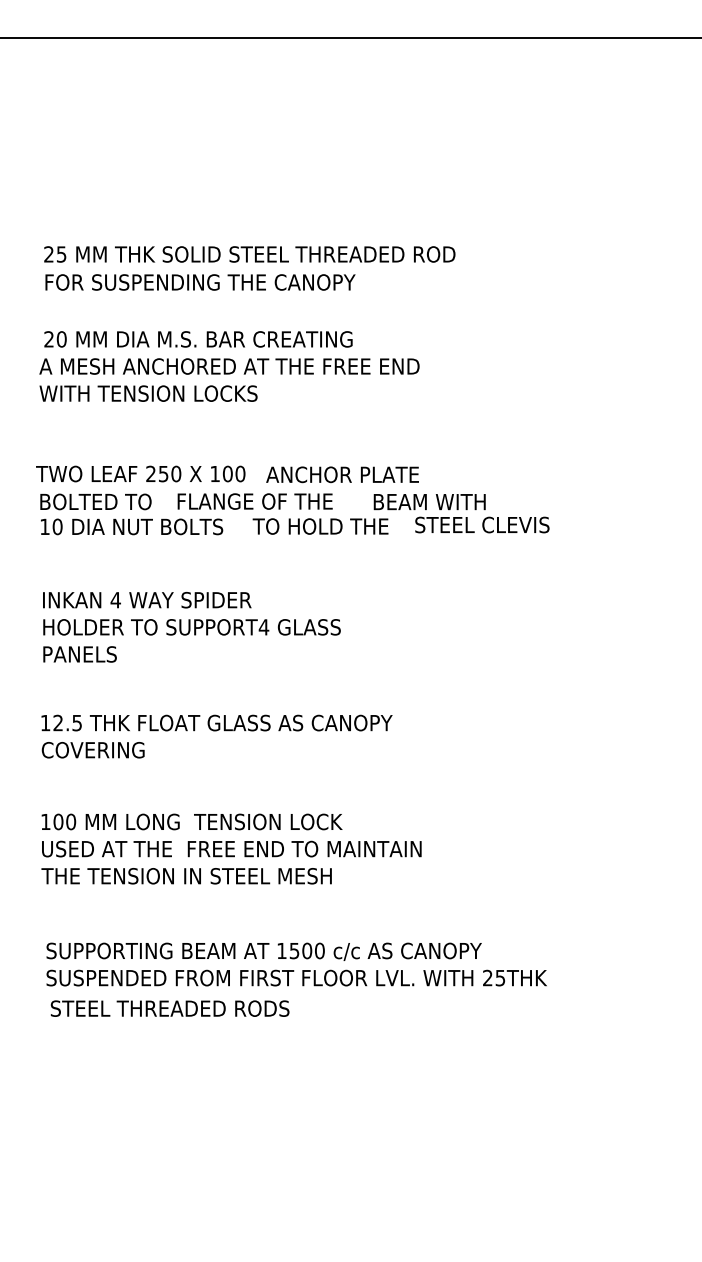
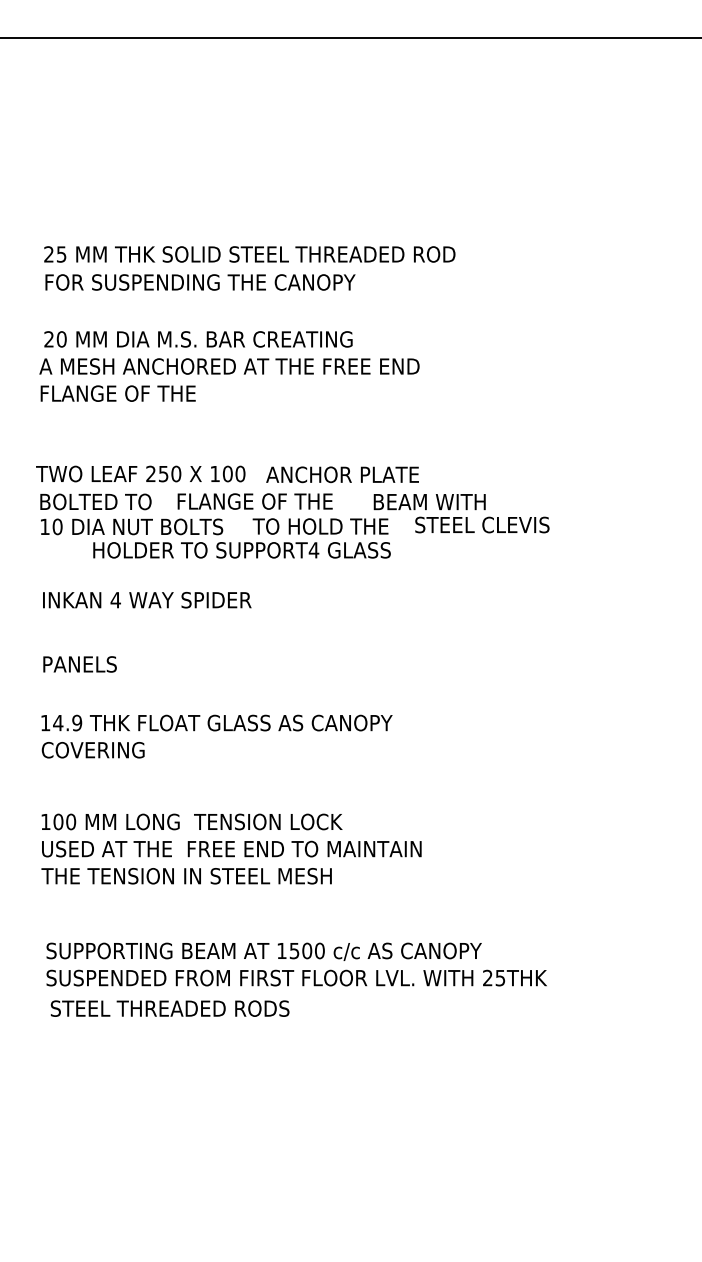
text at (148, 393): WITH TENSION LOCKS -> FLANGE OF THE
text at (191, 627) position: (191, 627) -> (241, 550)
text at (79, 654) position: (79, 654) -> (79, 664)
text at (67, 722): 12.5 -> 14.9
